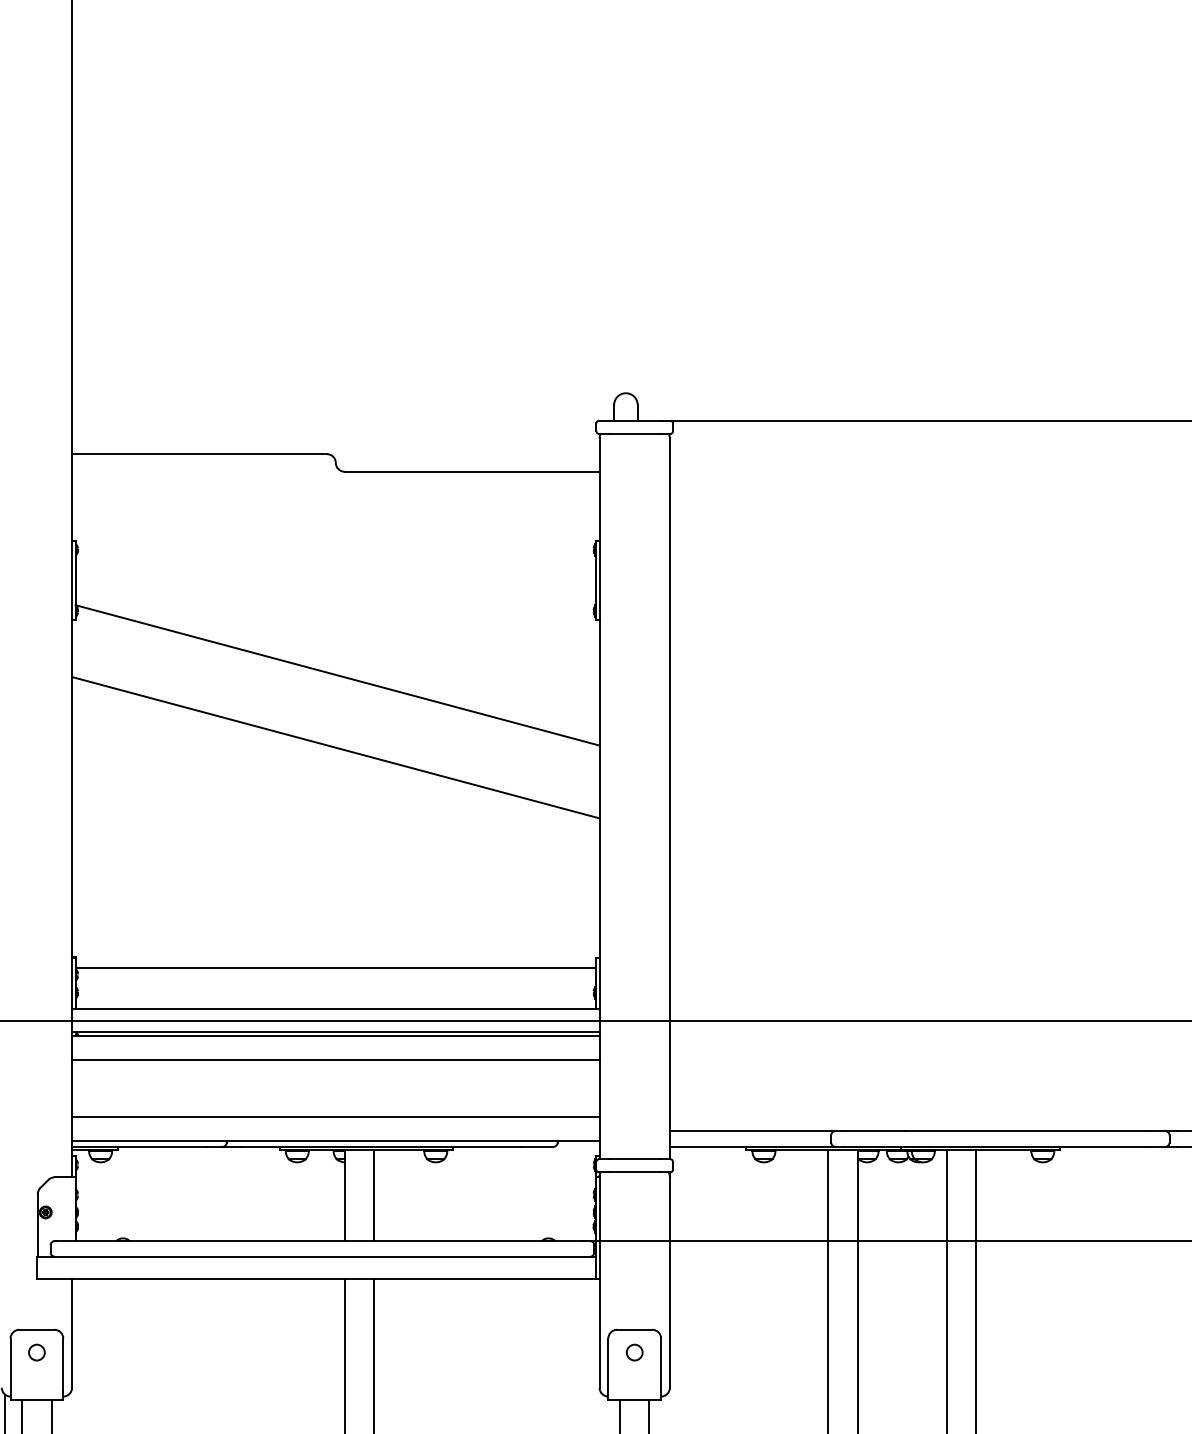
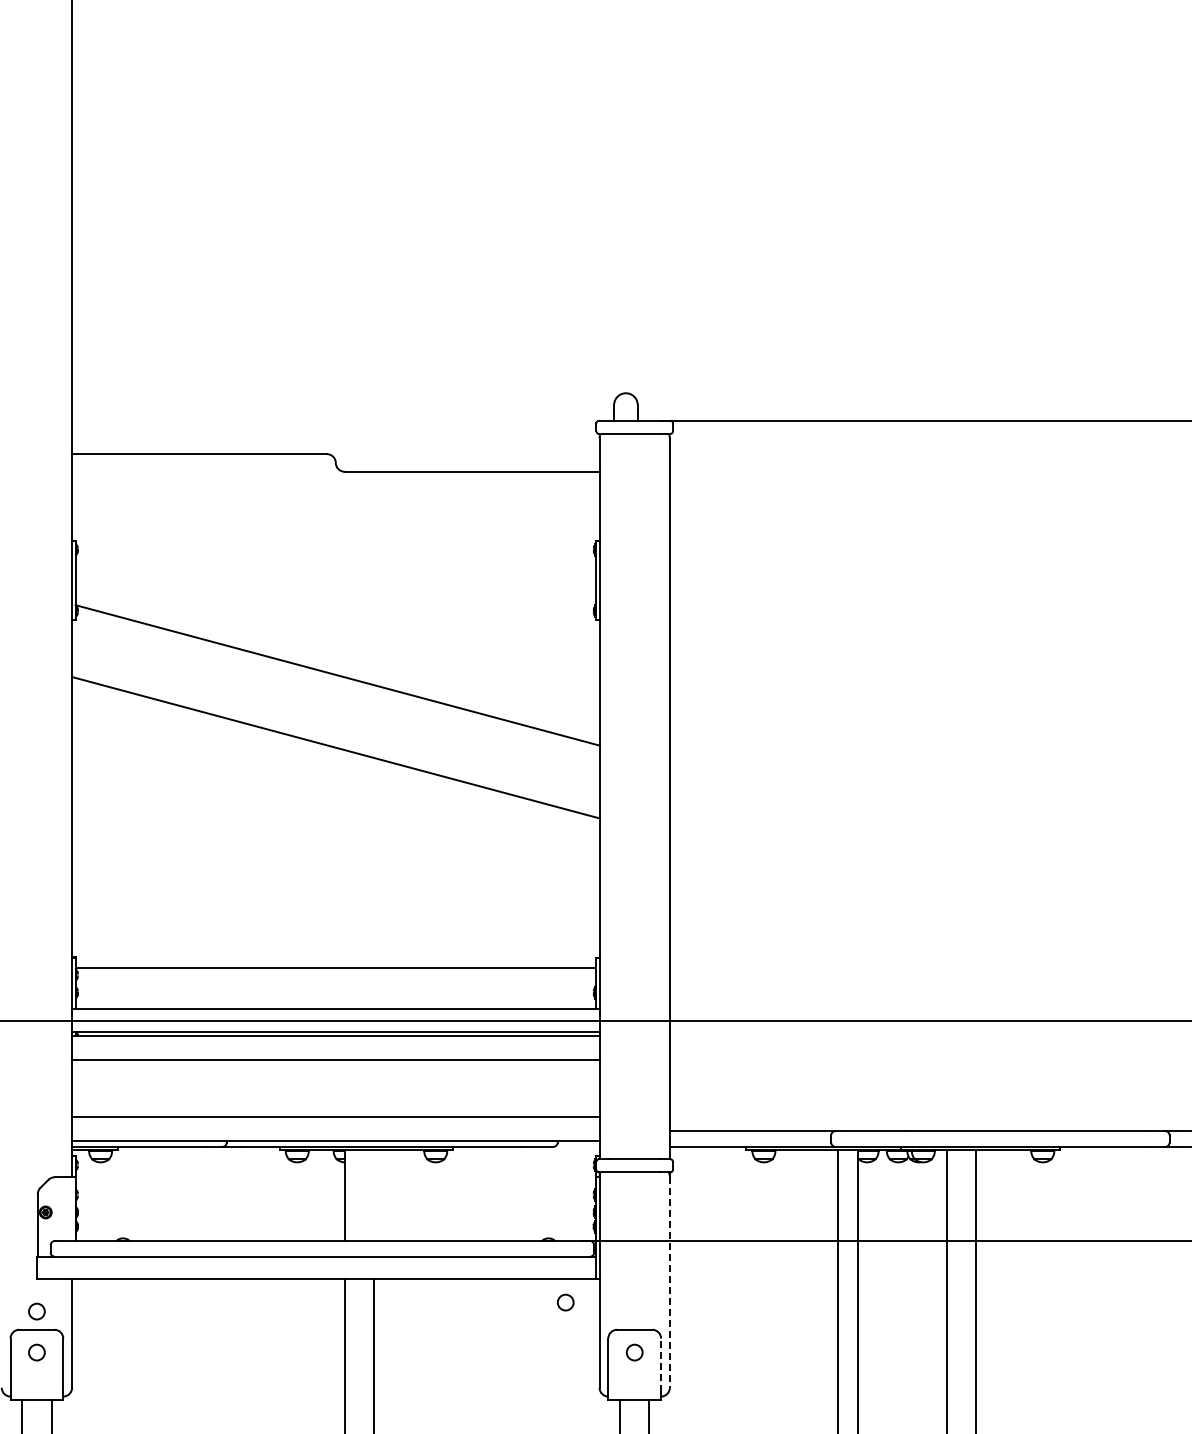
line at (374, 1195): present -> none
line at (669, 1282): solid -> dashed
line at (828, 1290) position: (828, 1290) -> (838, 1290)
circle at (565, 1302): none -> present
circle at (36, 1311): none -> present
line at (661, 1365): solid -> dashed
line at (5, 1412): present -> none
